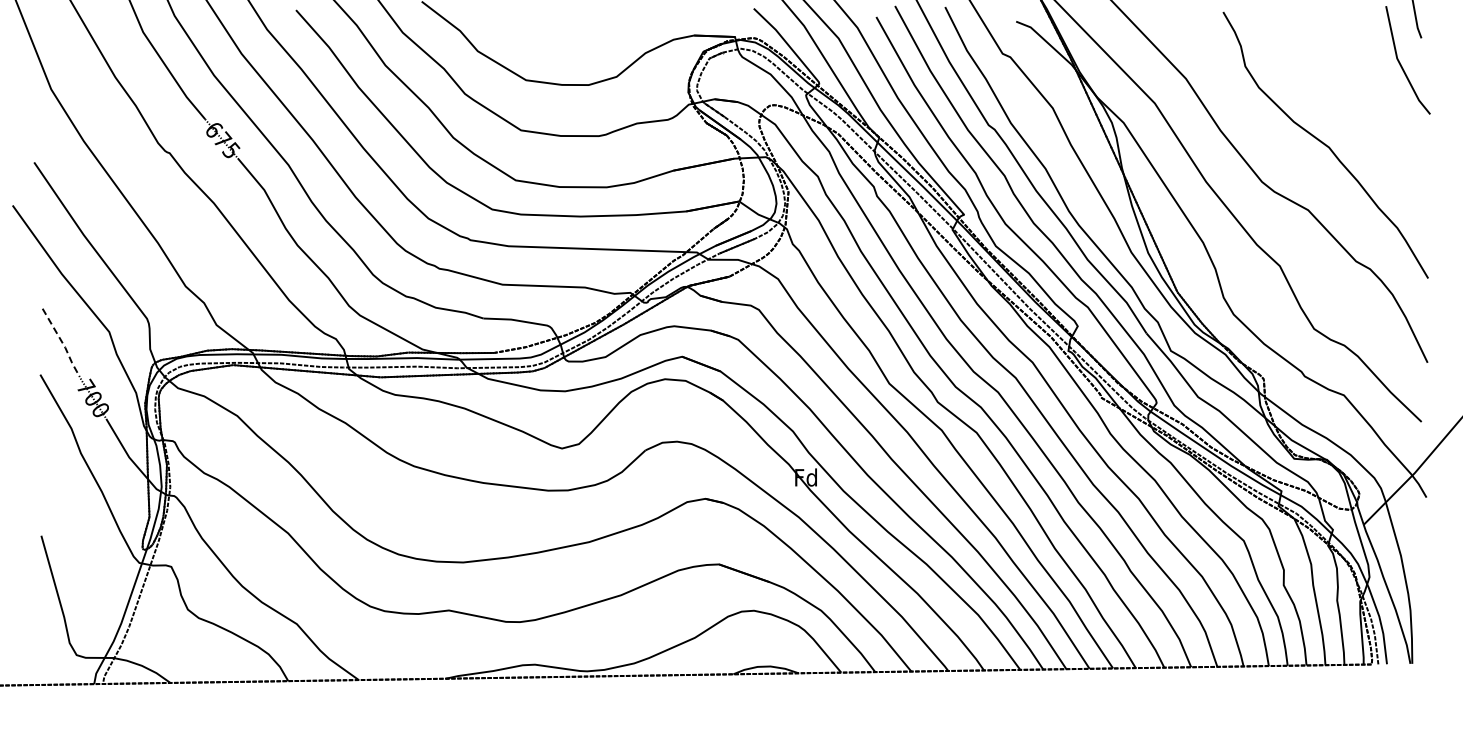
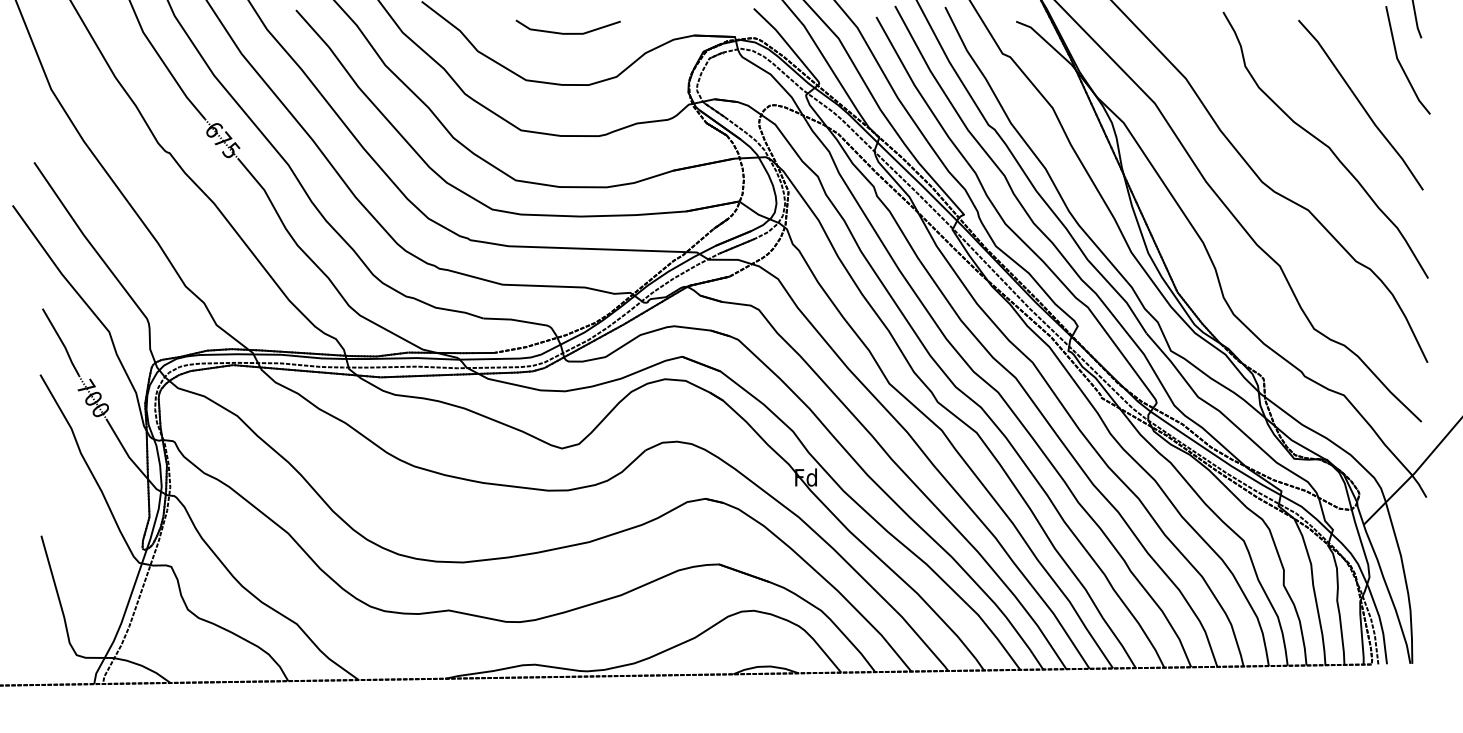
line at (567, 33): none -> present
line at (1360, 104): none -> present
line at (62, 342): dashed -> solid
